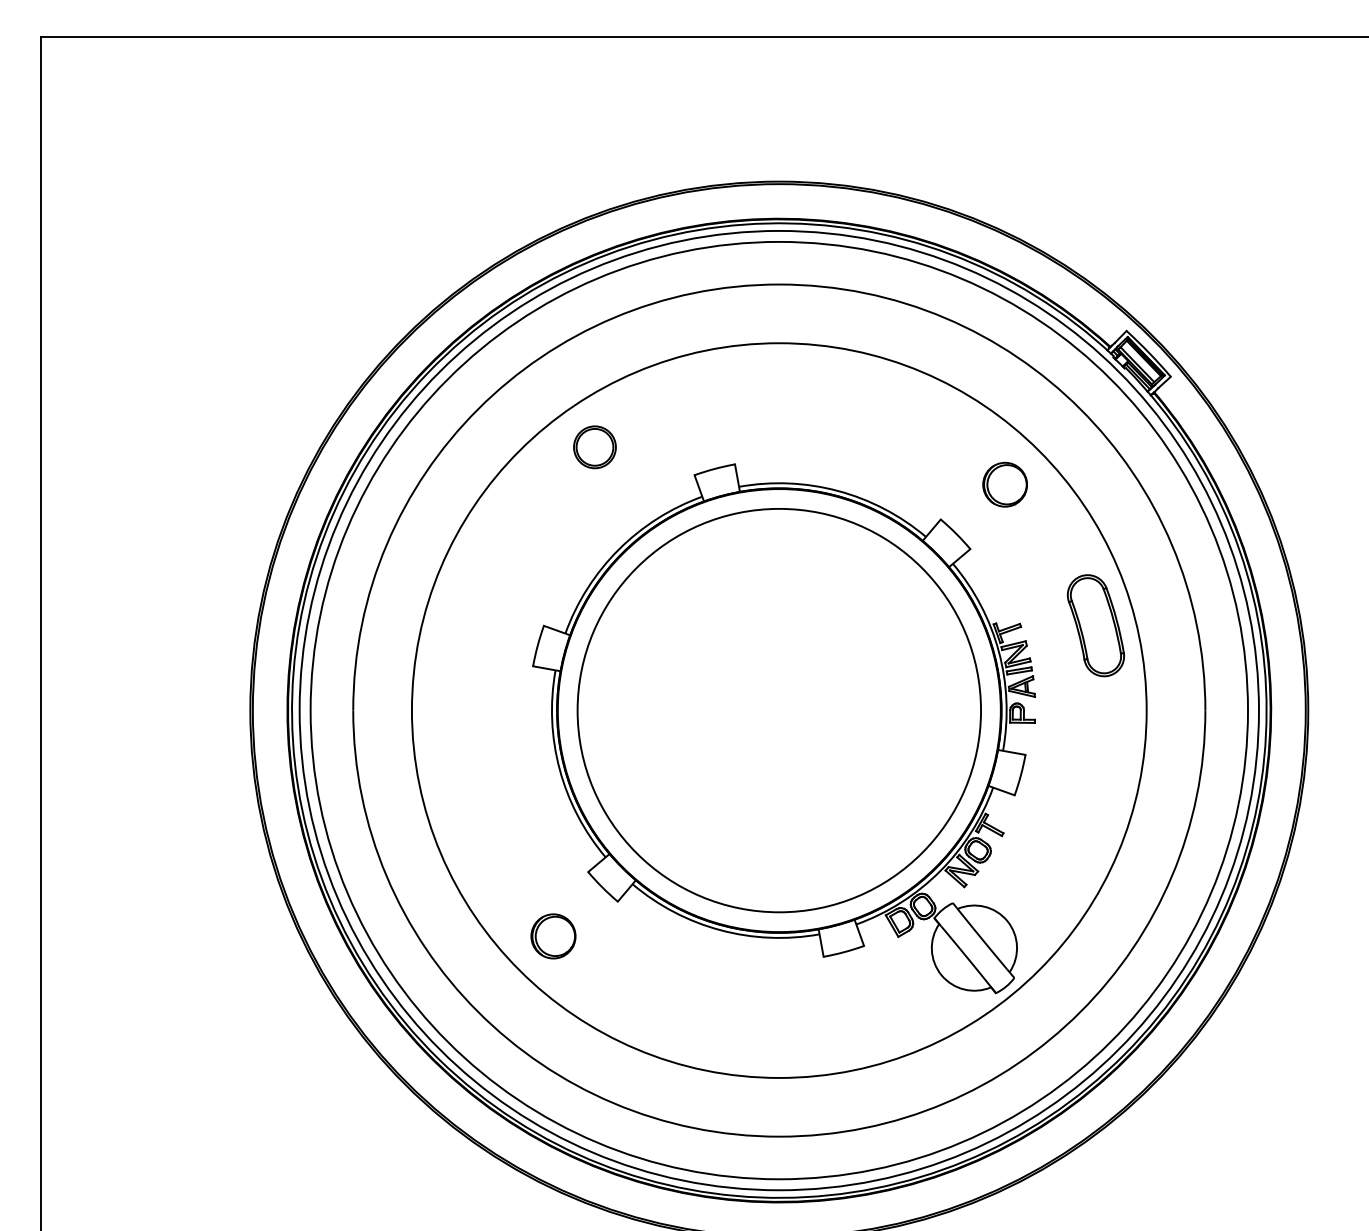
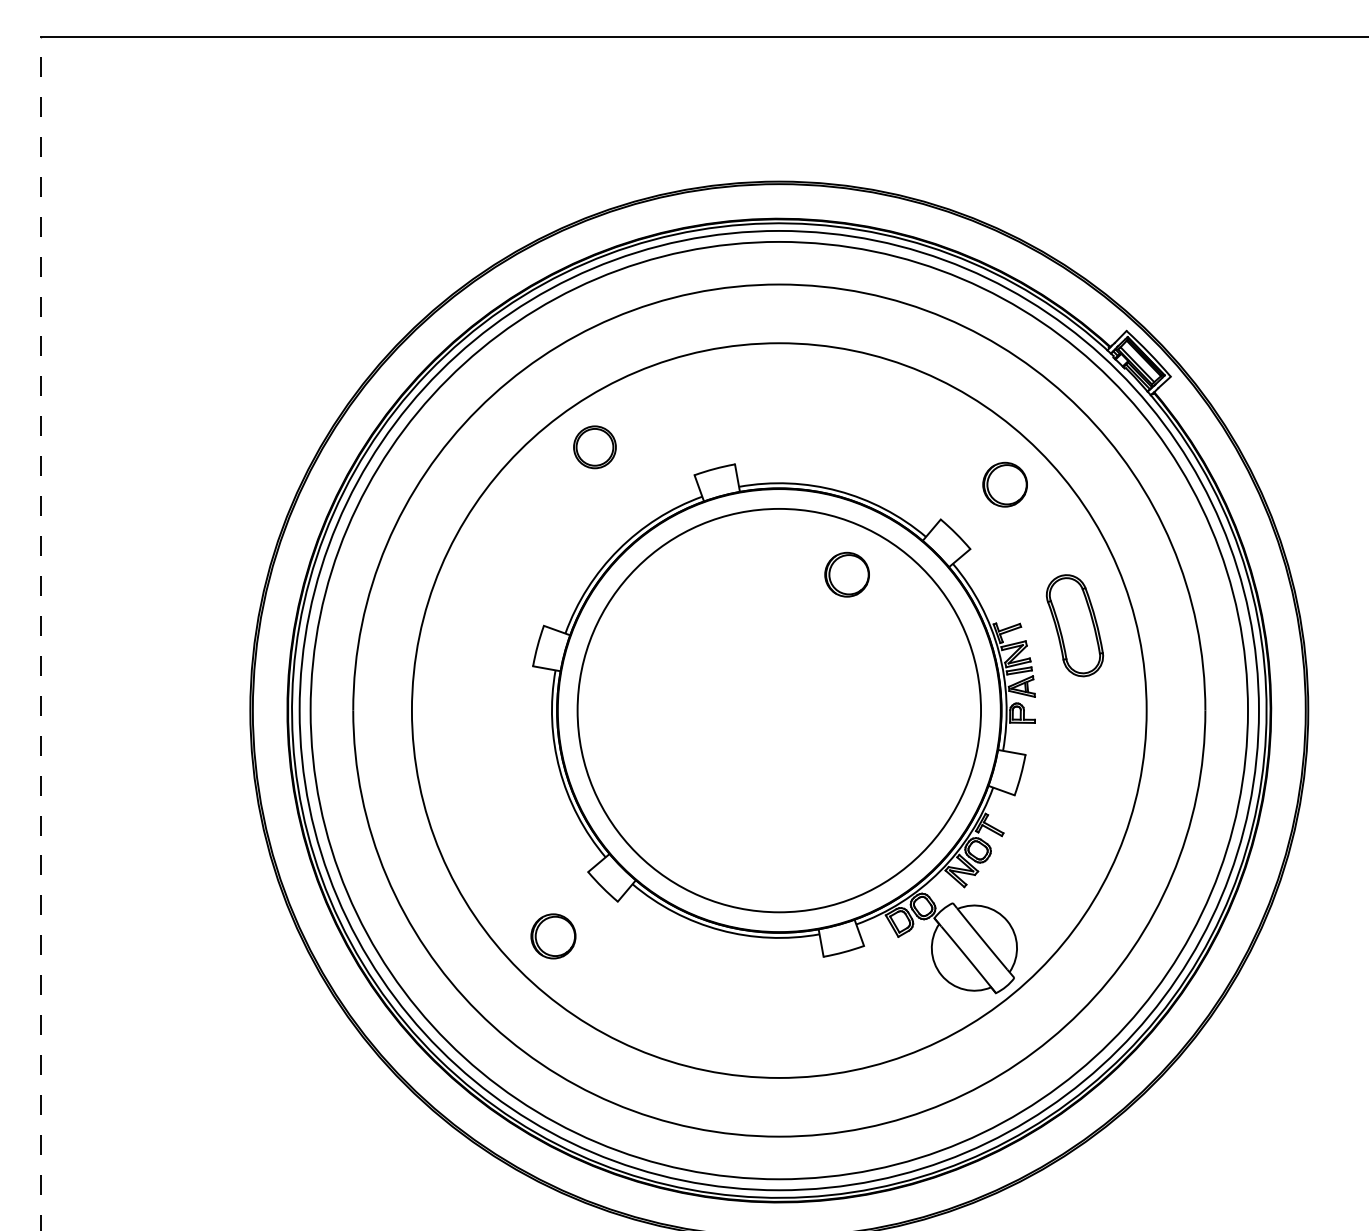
part at (846, 574): none -> present
part at (1095, 625) position: (1095, 625) -> (1074, 625)
line at (41, 633): solid -> dashed
